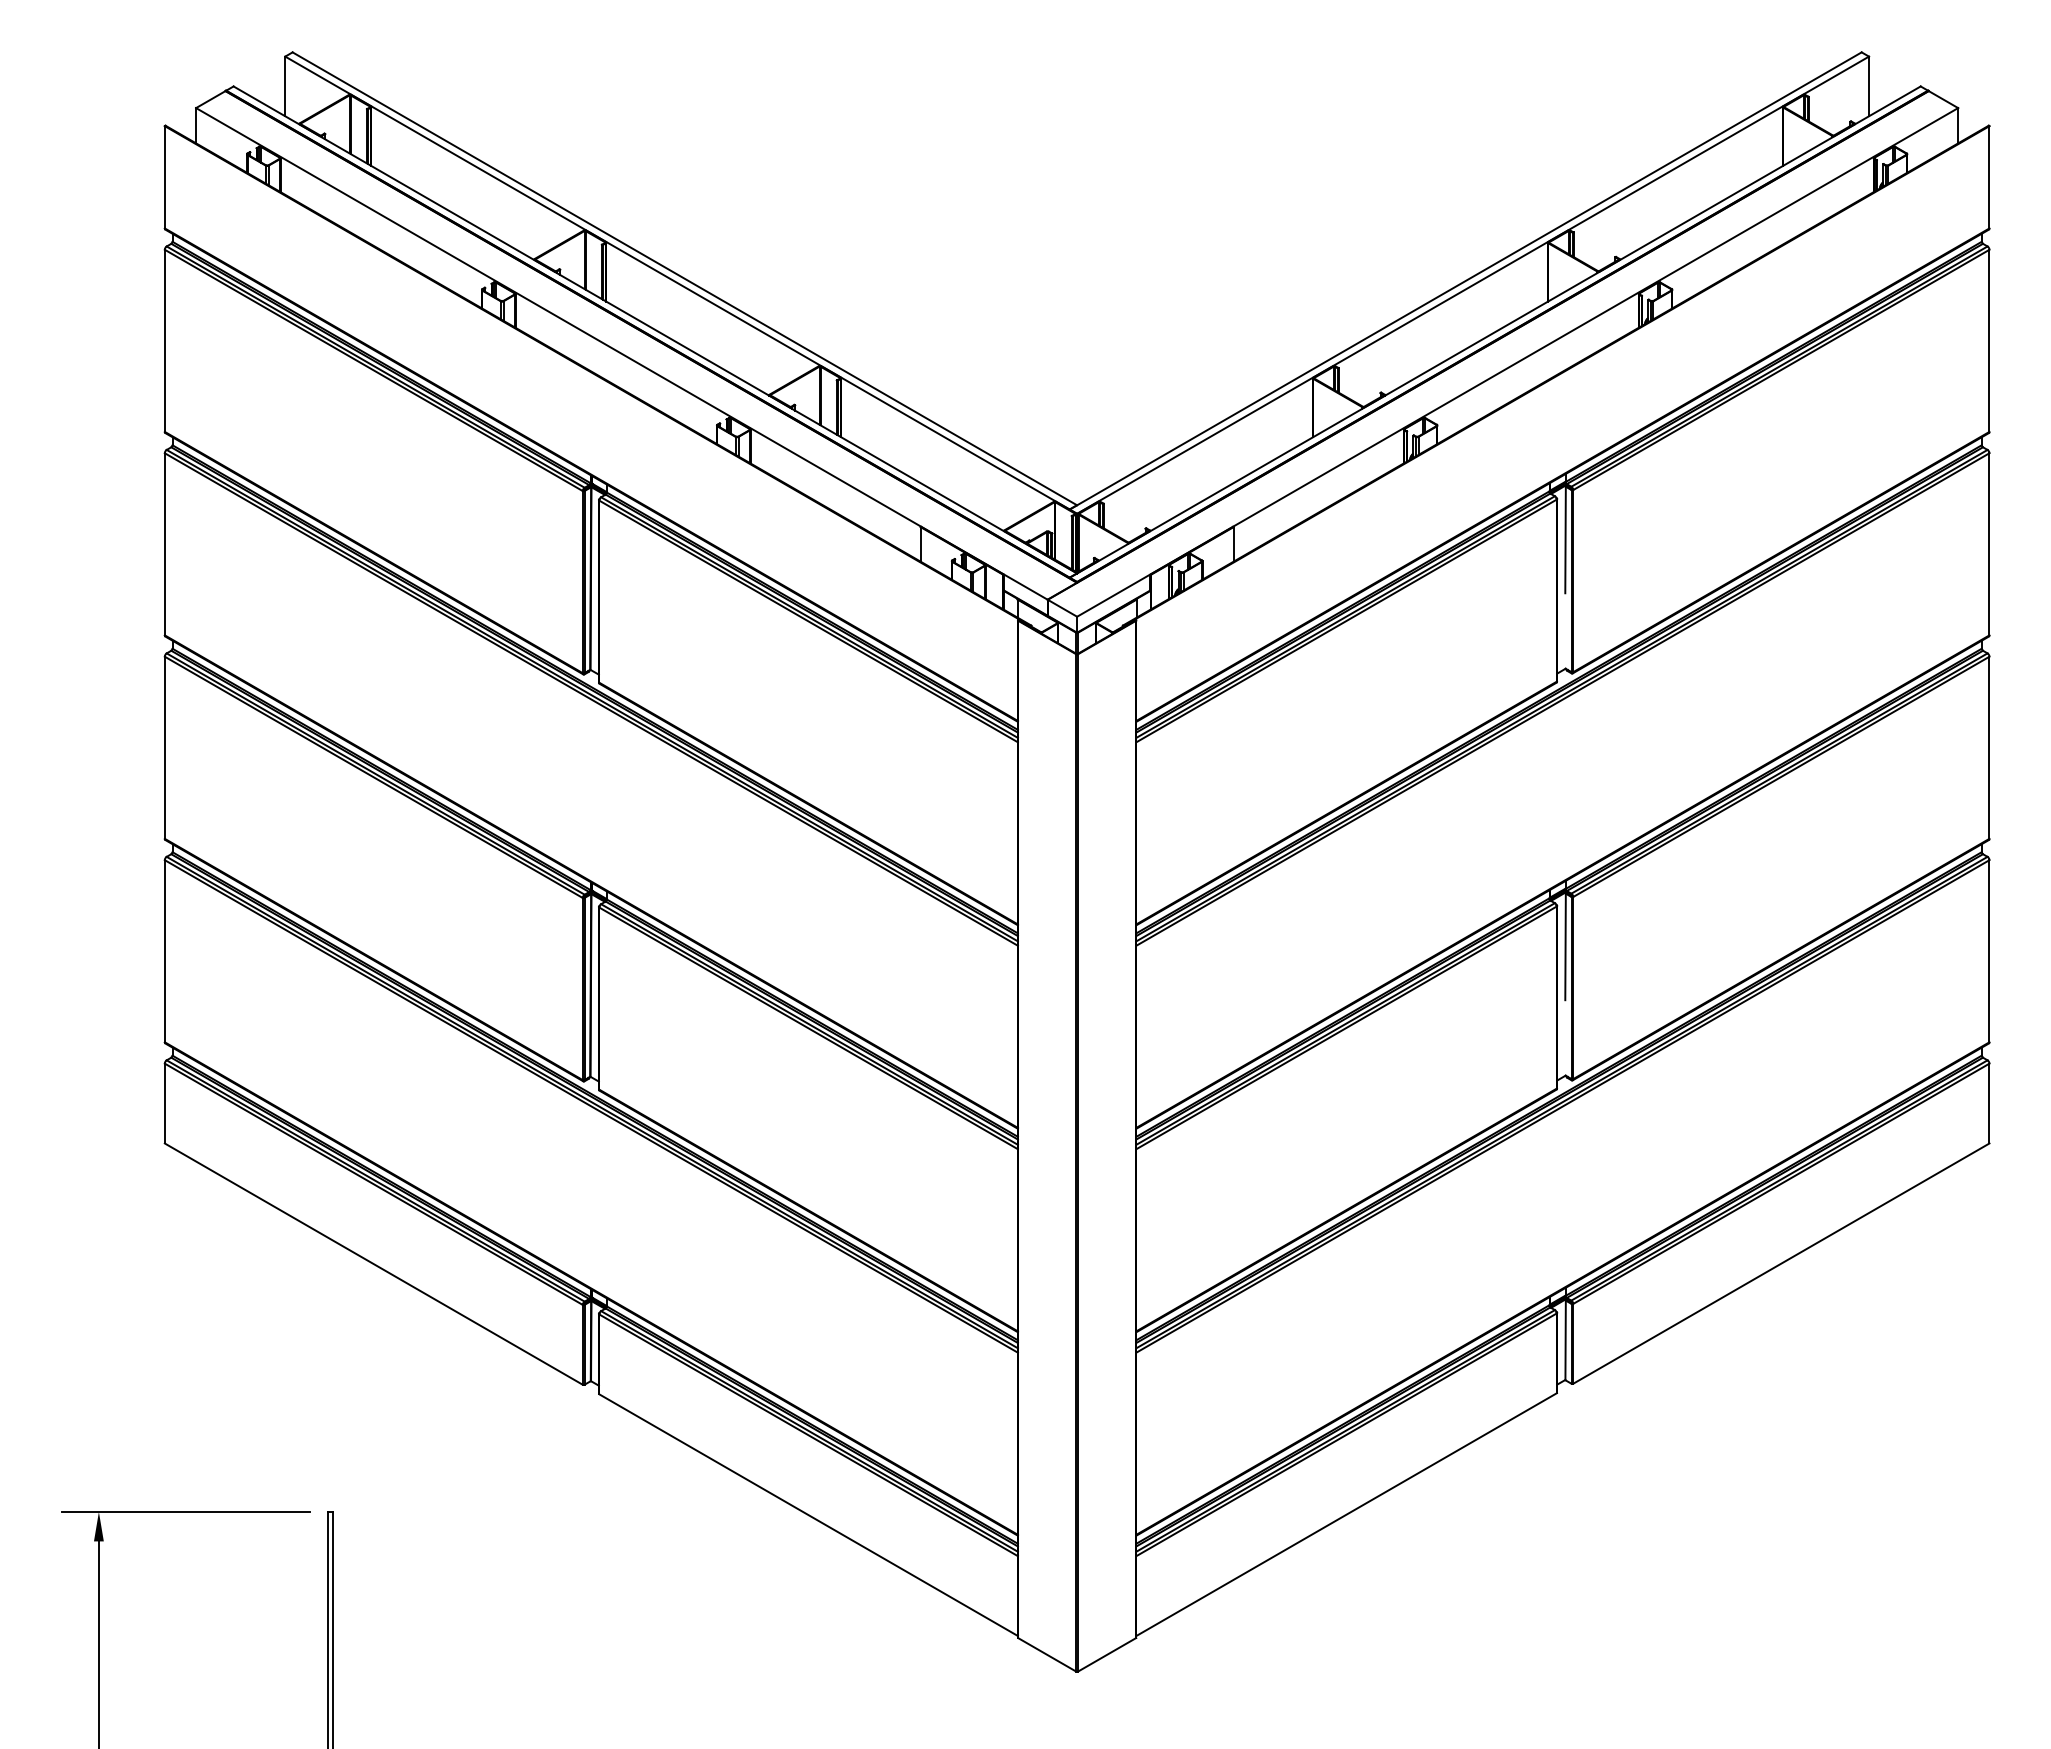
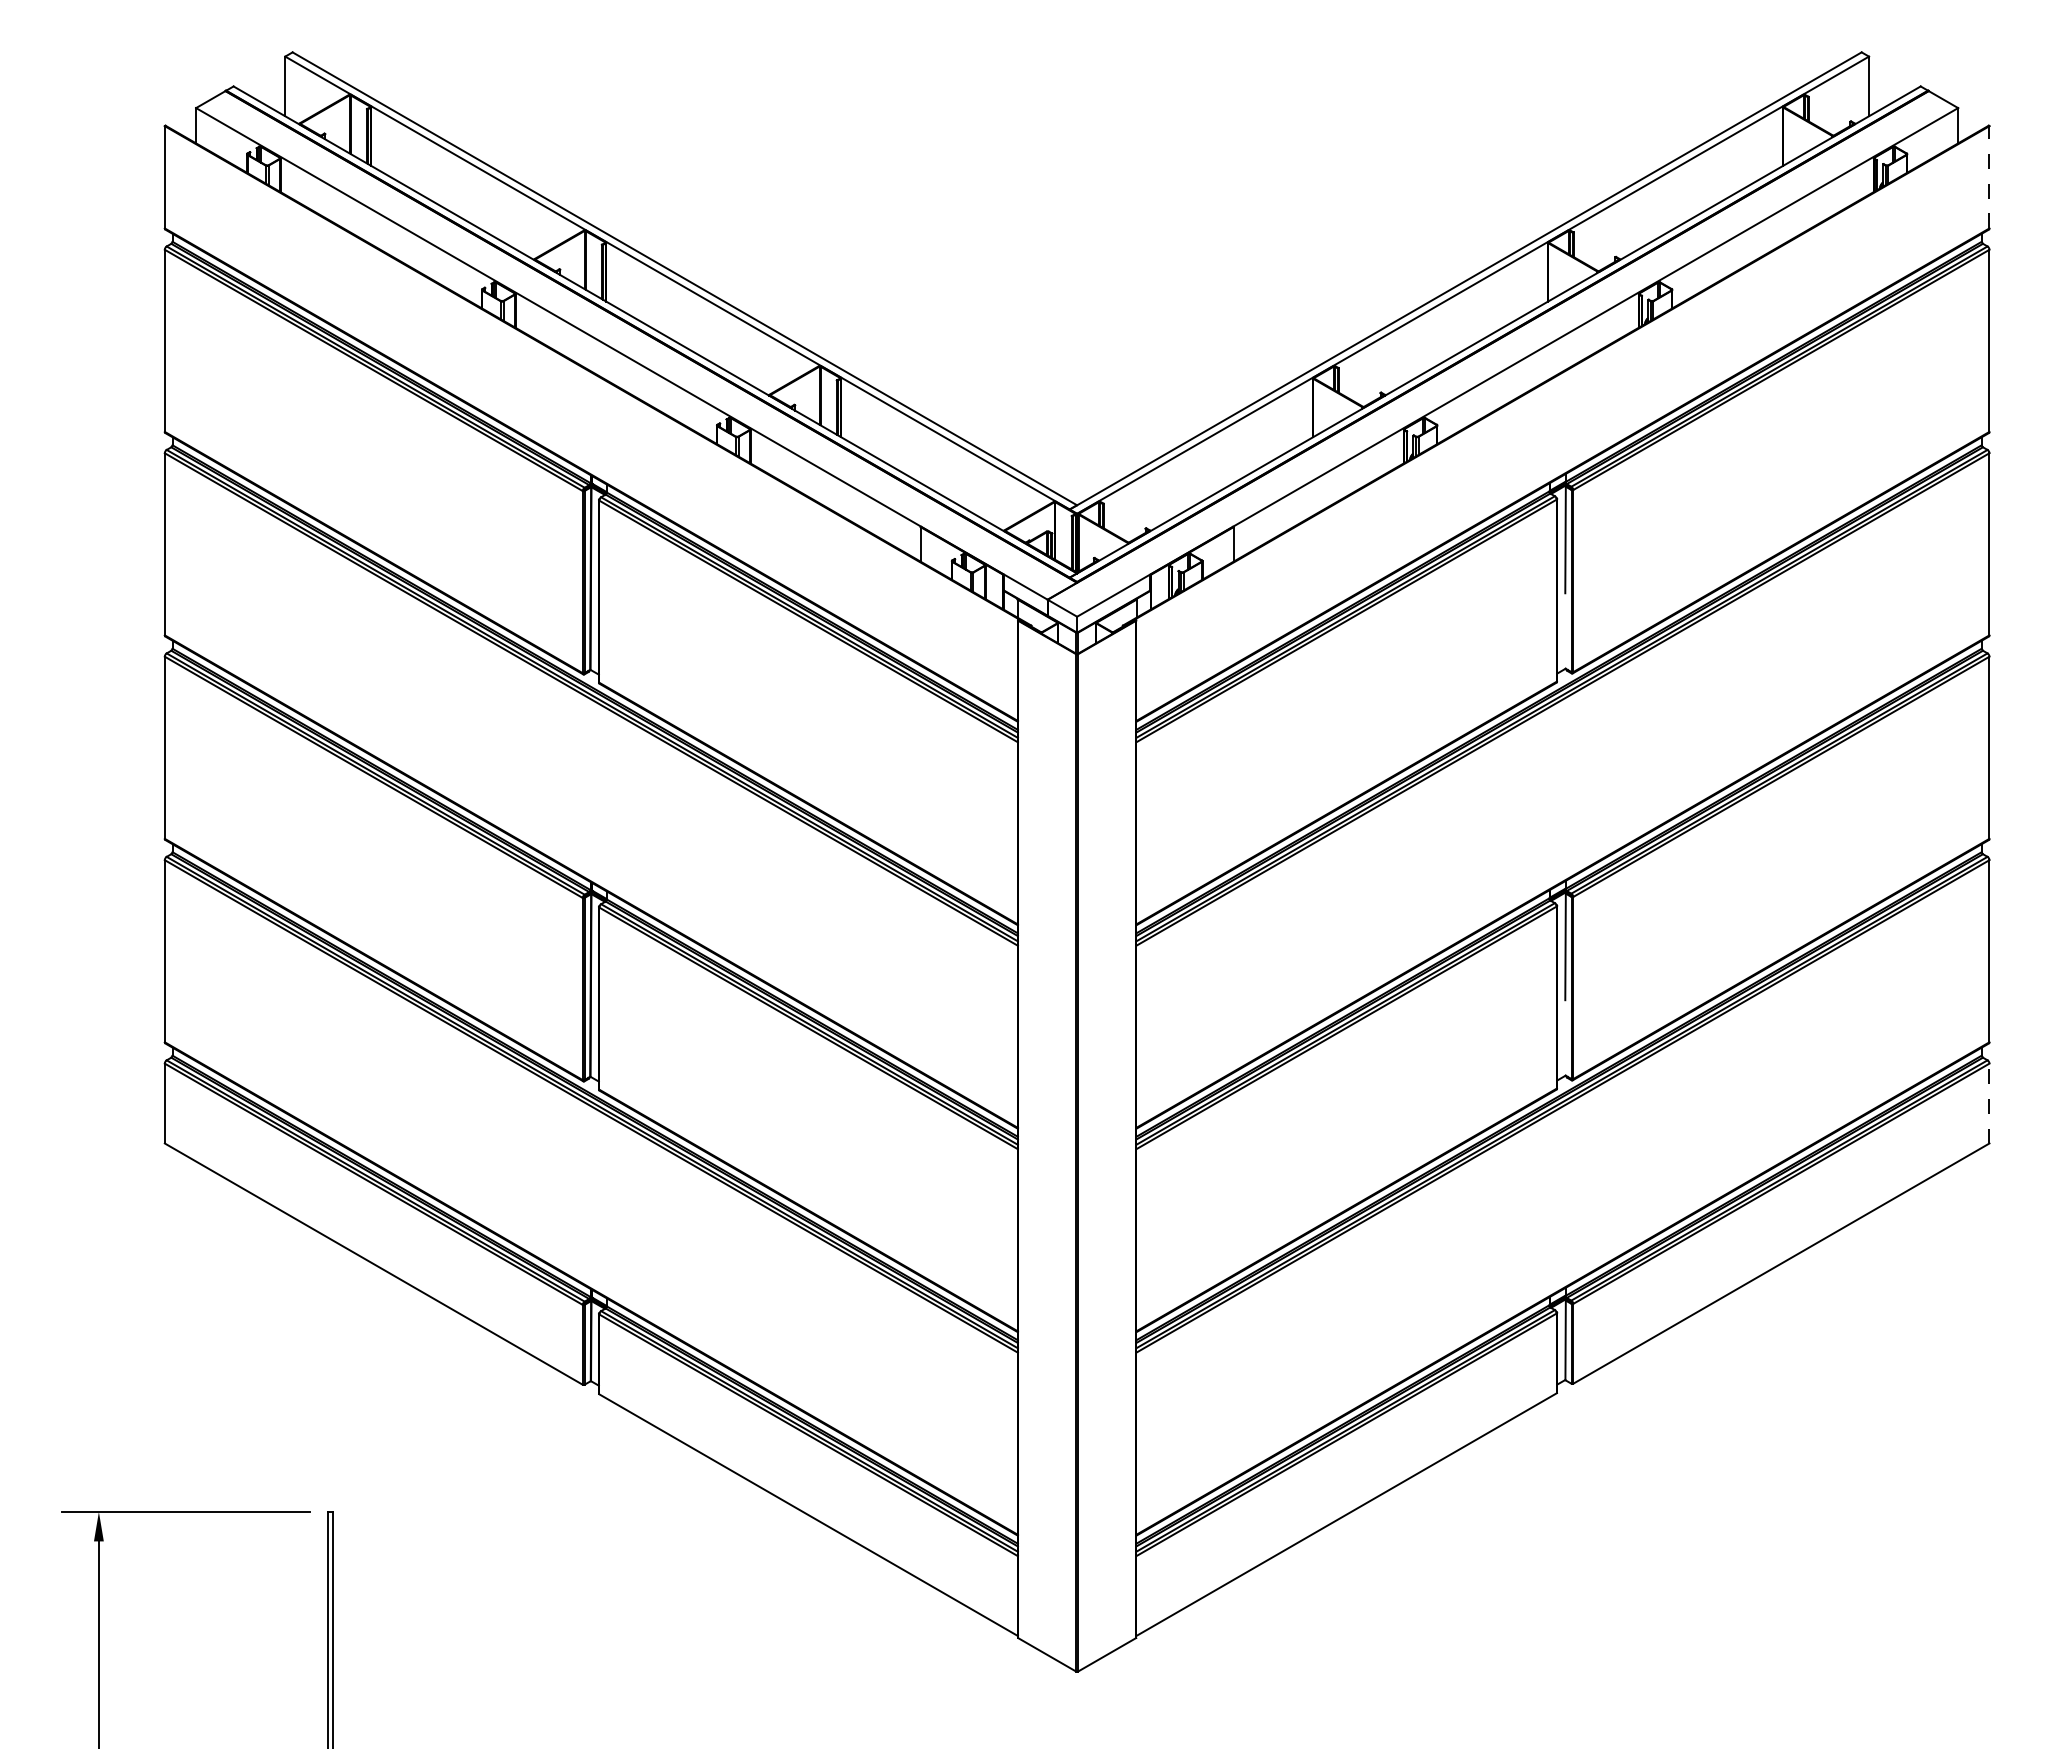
line at (1989, 176): solid -> dashed
line at (1989, 1103): solid -> dashed
